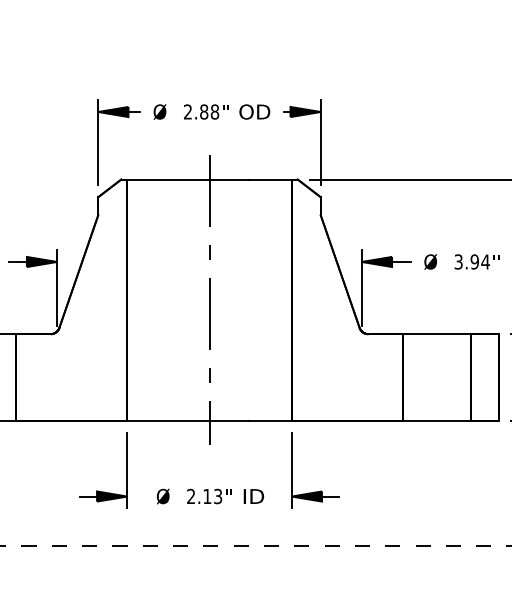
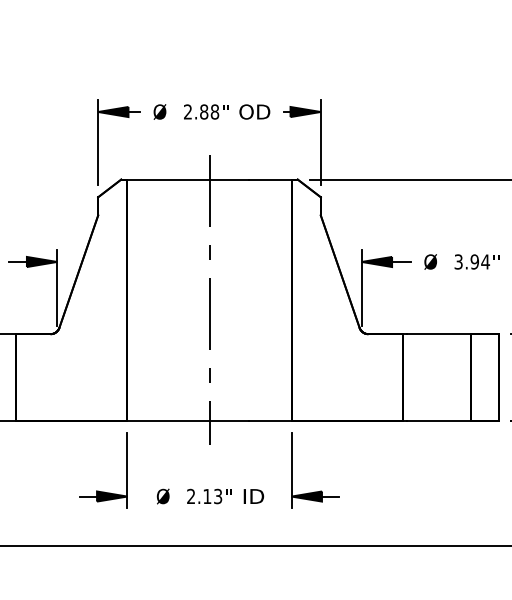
line at (256, 545): dashed -> solid
